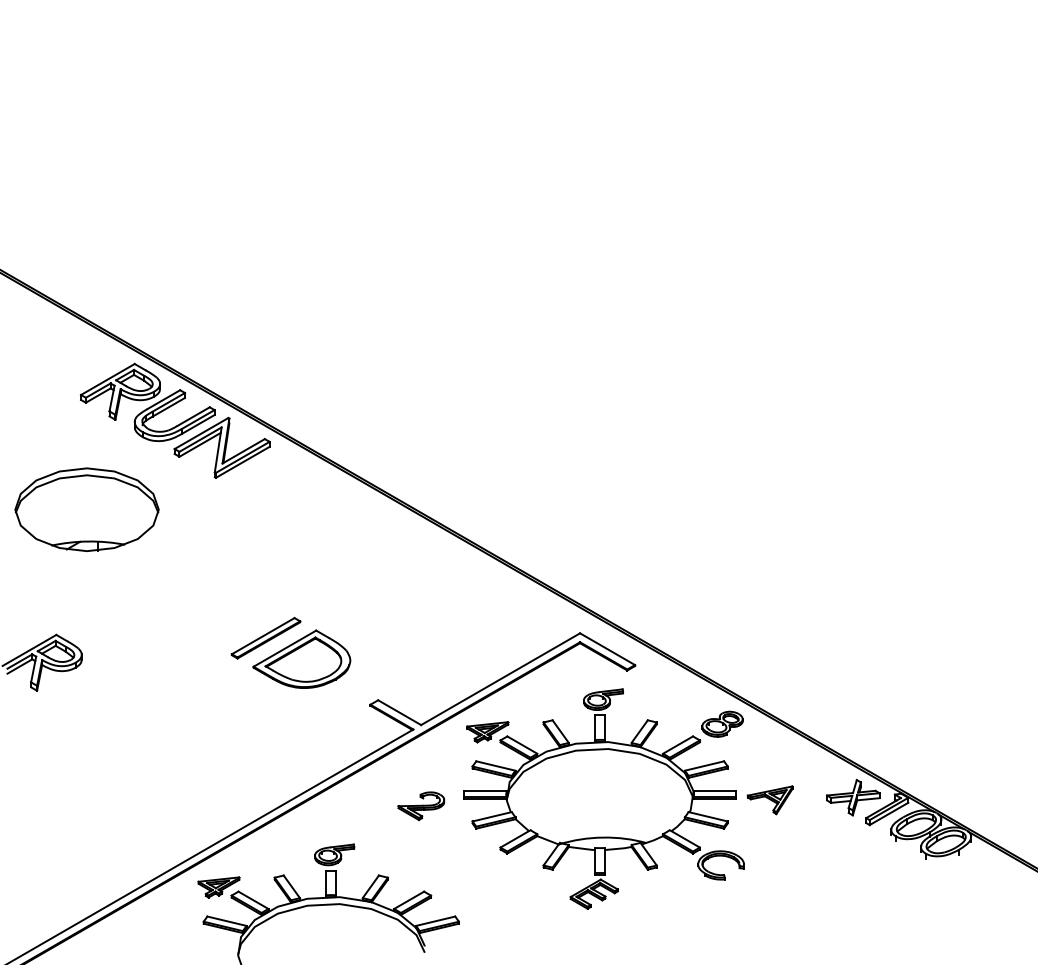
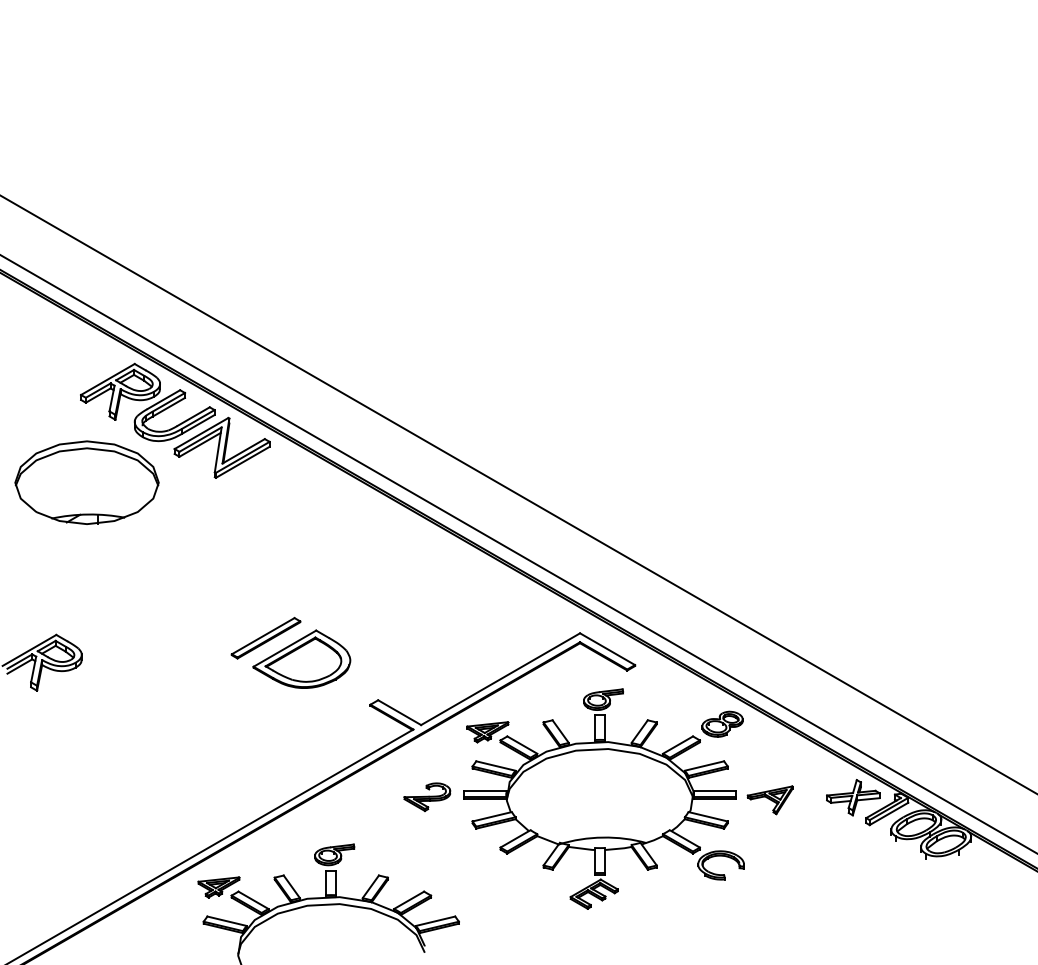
line at (518, 494): none -> present
part at (86, 509) position: (86, 509) -> (86, 482)
line at (518, 554): none -> present
part at (421, 806) position: (421, 806) -> (427, 797)
